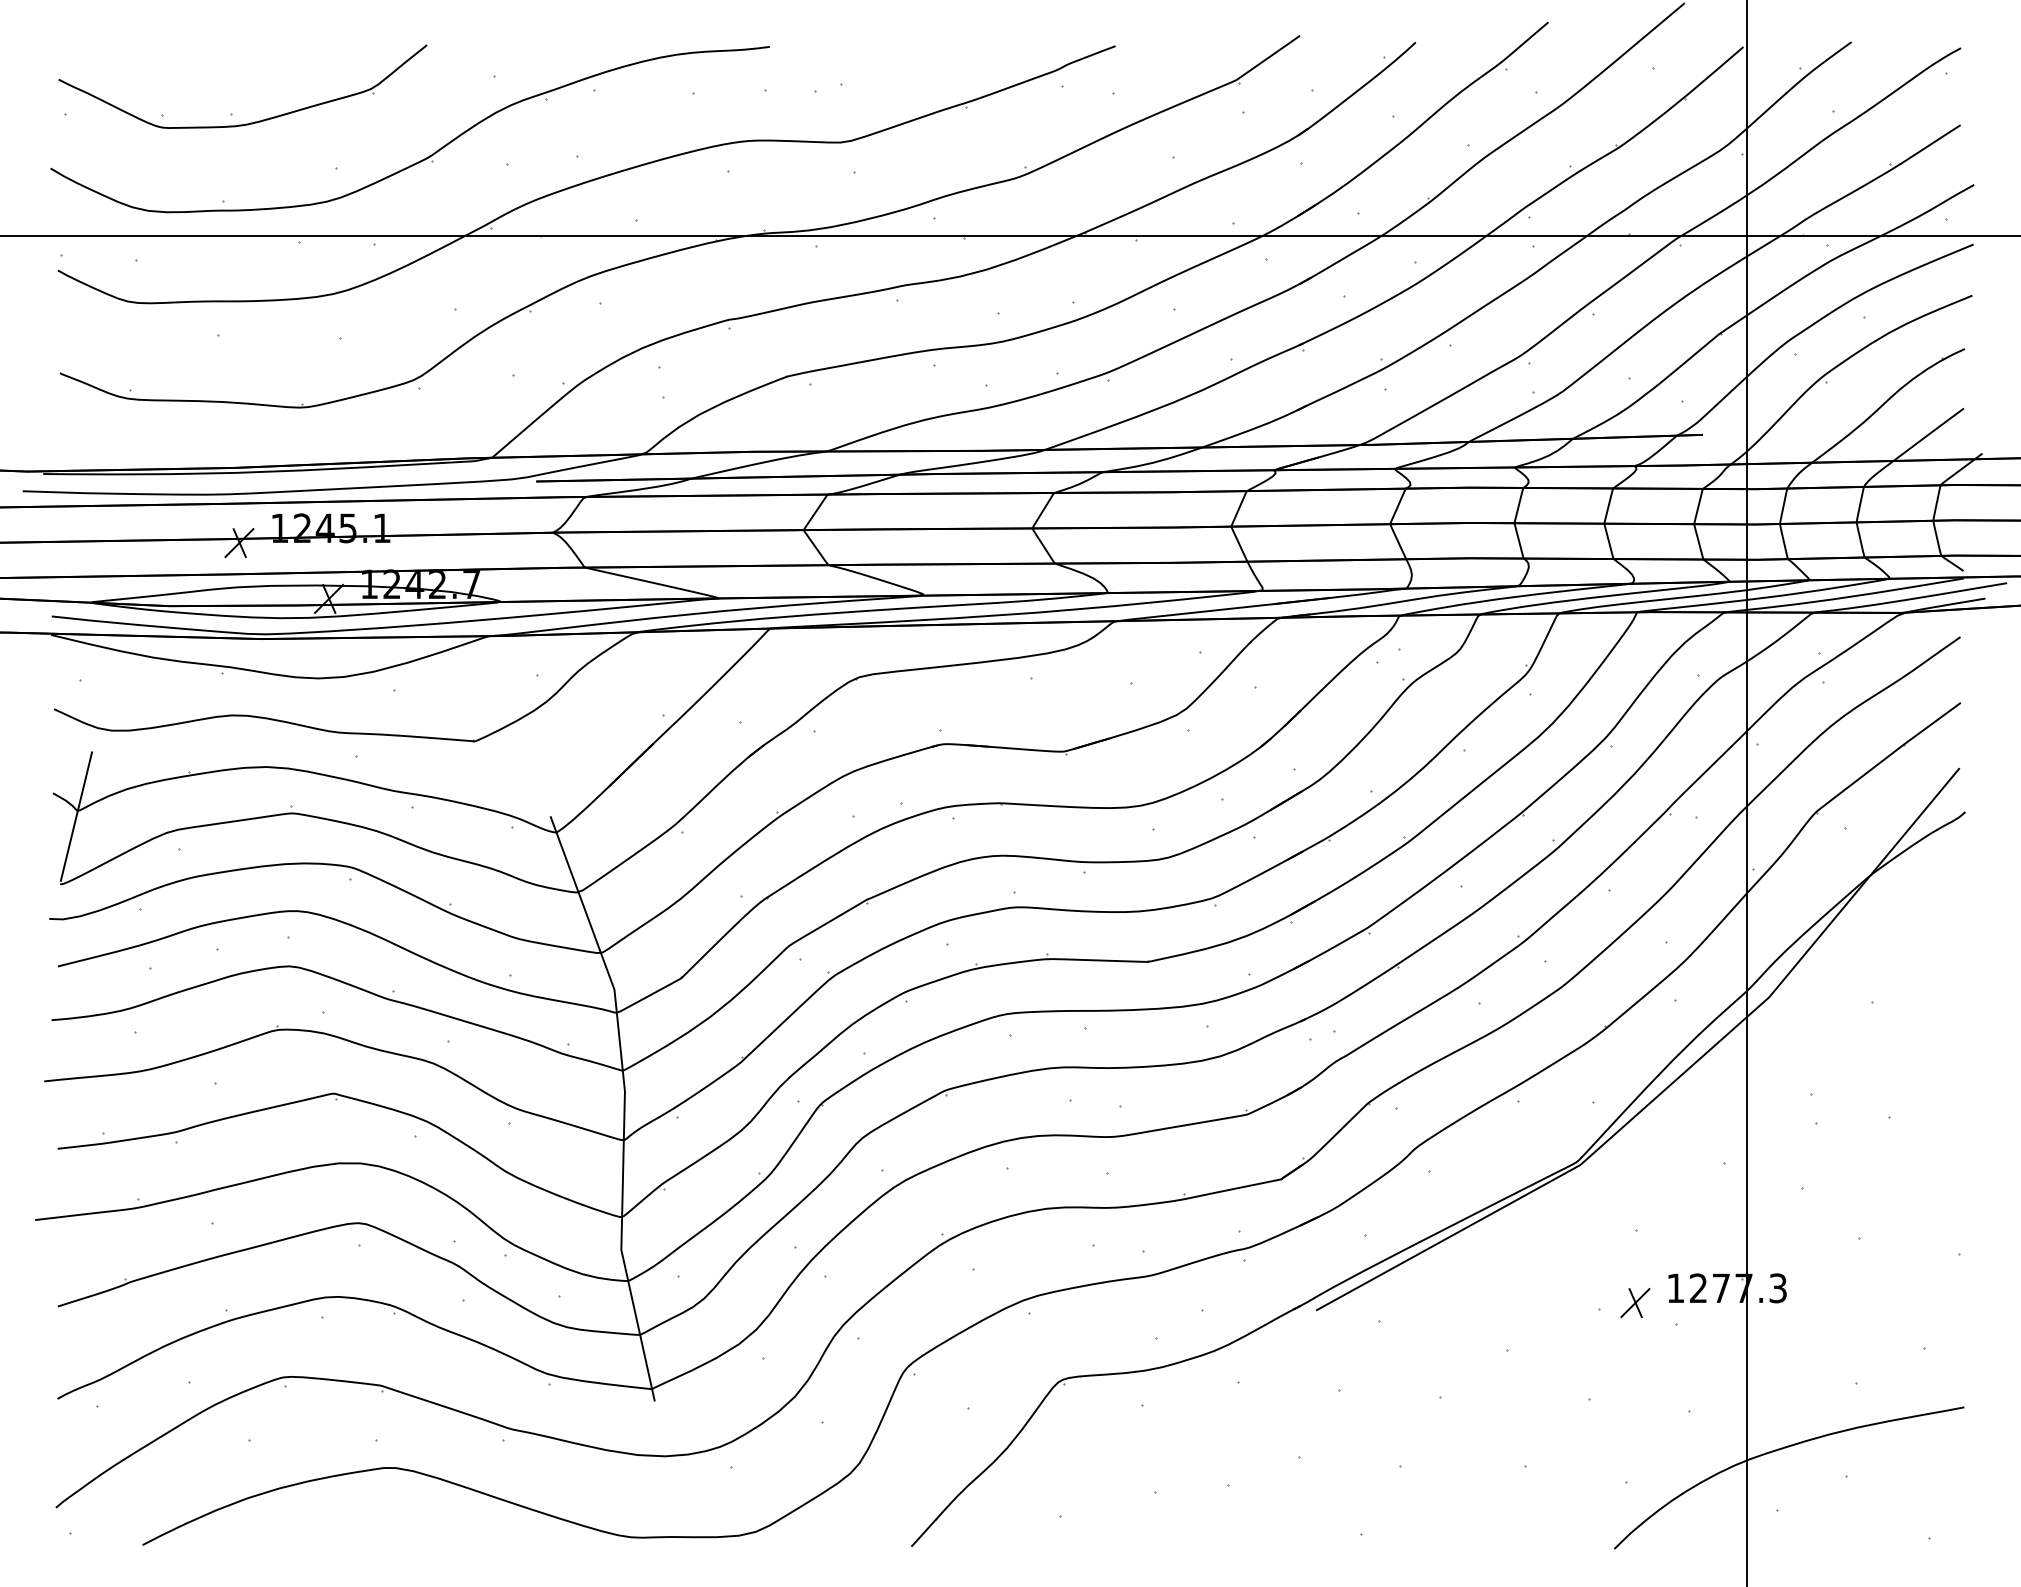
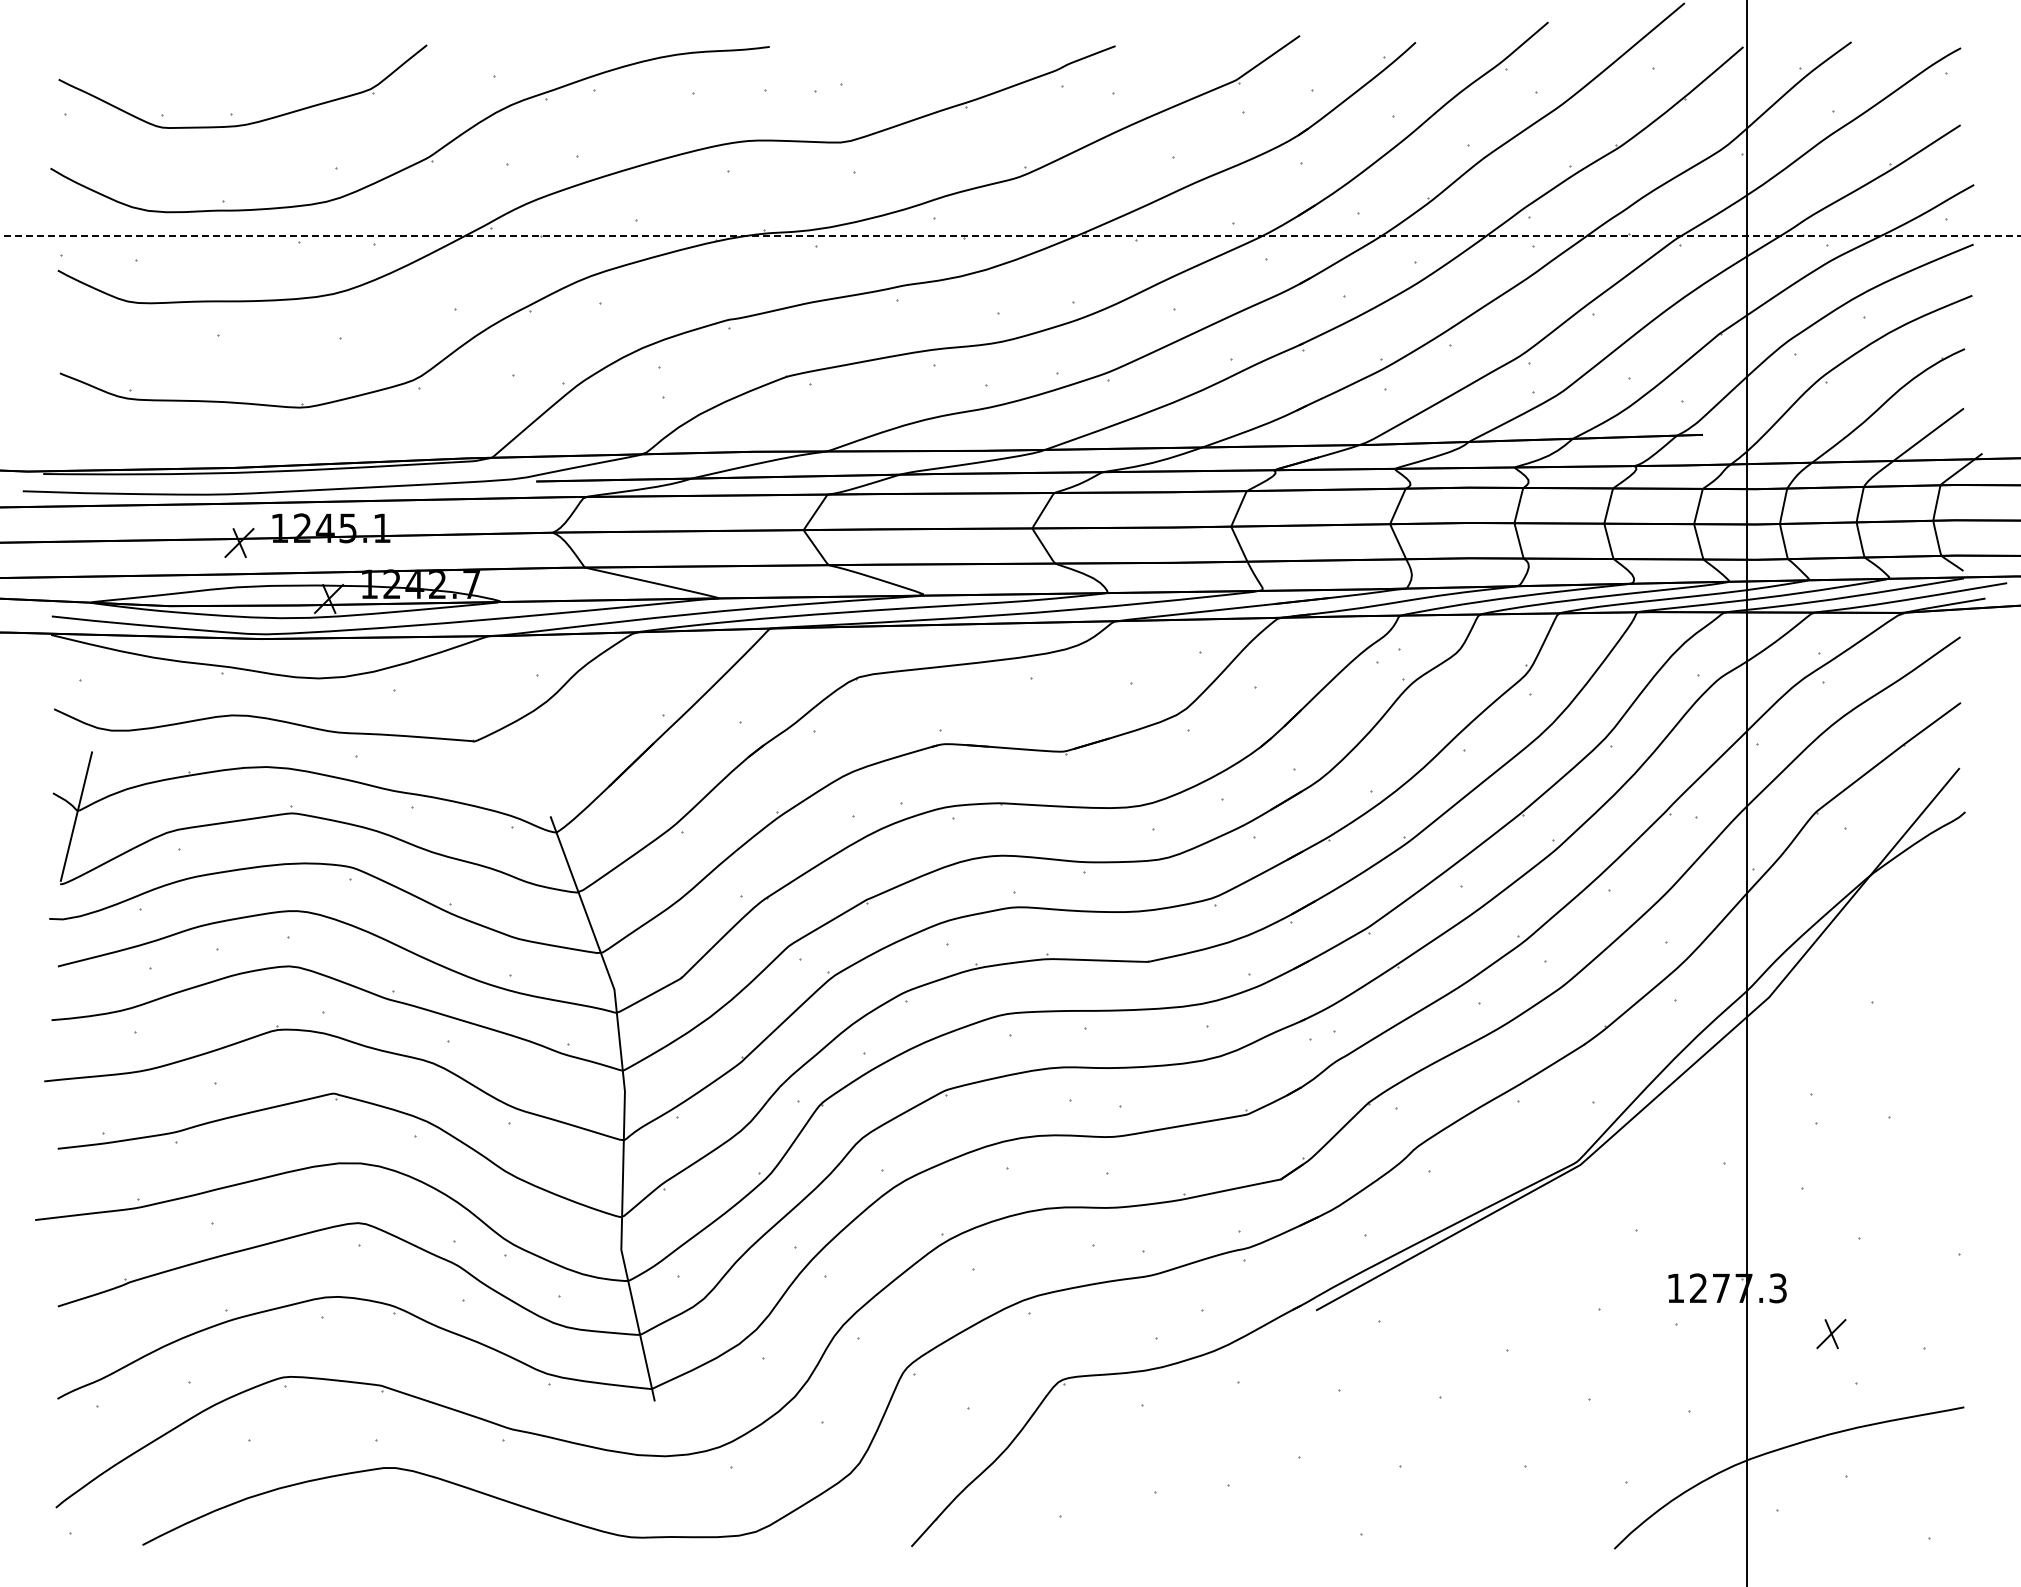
line at (1011, 235): solid -> dashed
part at (1635, 1303) position: (1635, 1303) -> (1831, 1334)
